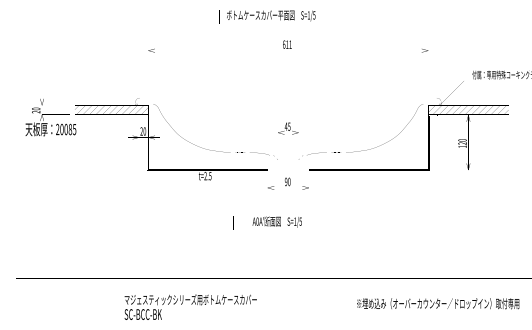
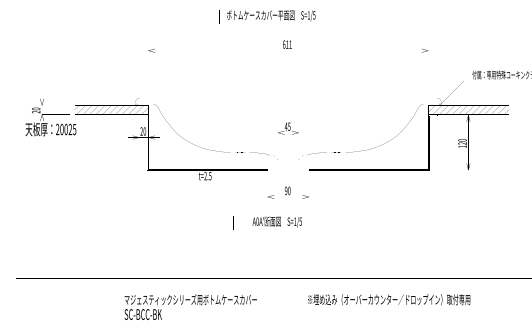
text at (70, 129): 20085 -> 20025
text at (287, 183) position: (287, 183) -> (287, 192)
text at (438, 303) position: (438, 303) -> (389, 299)
